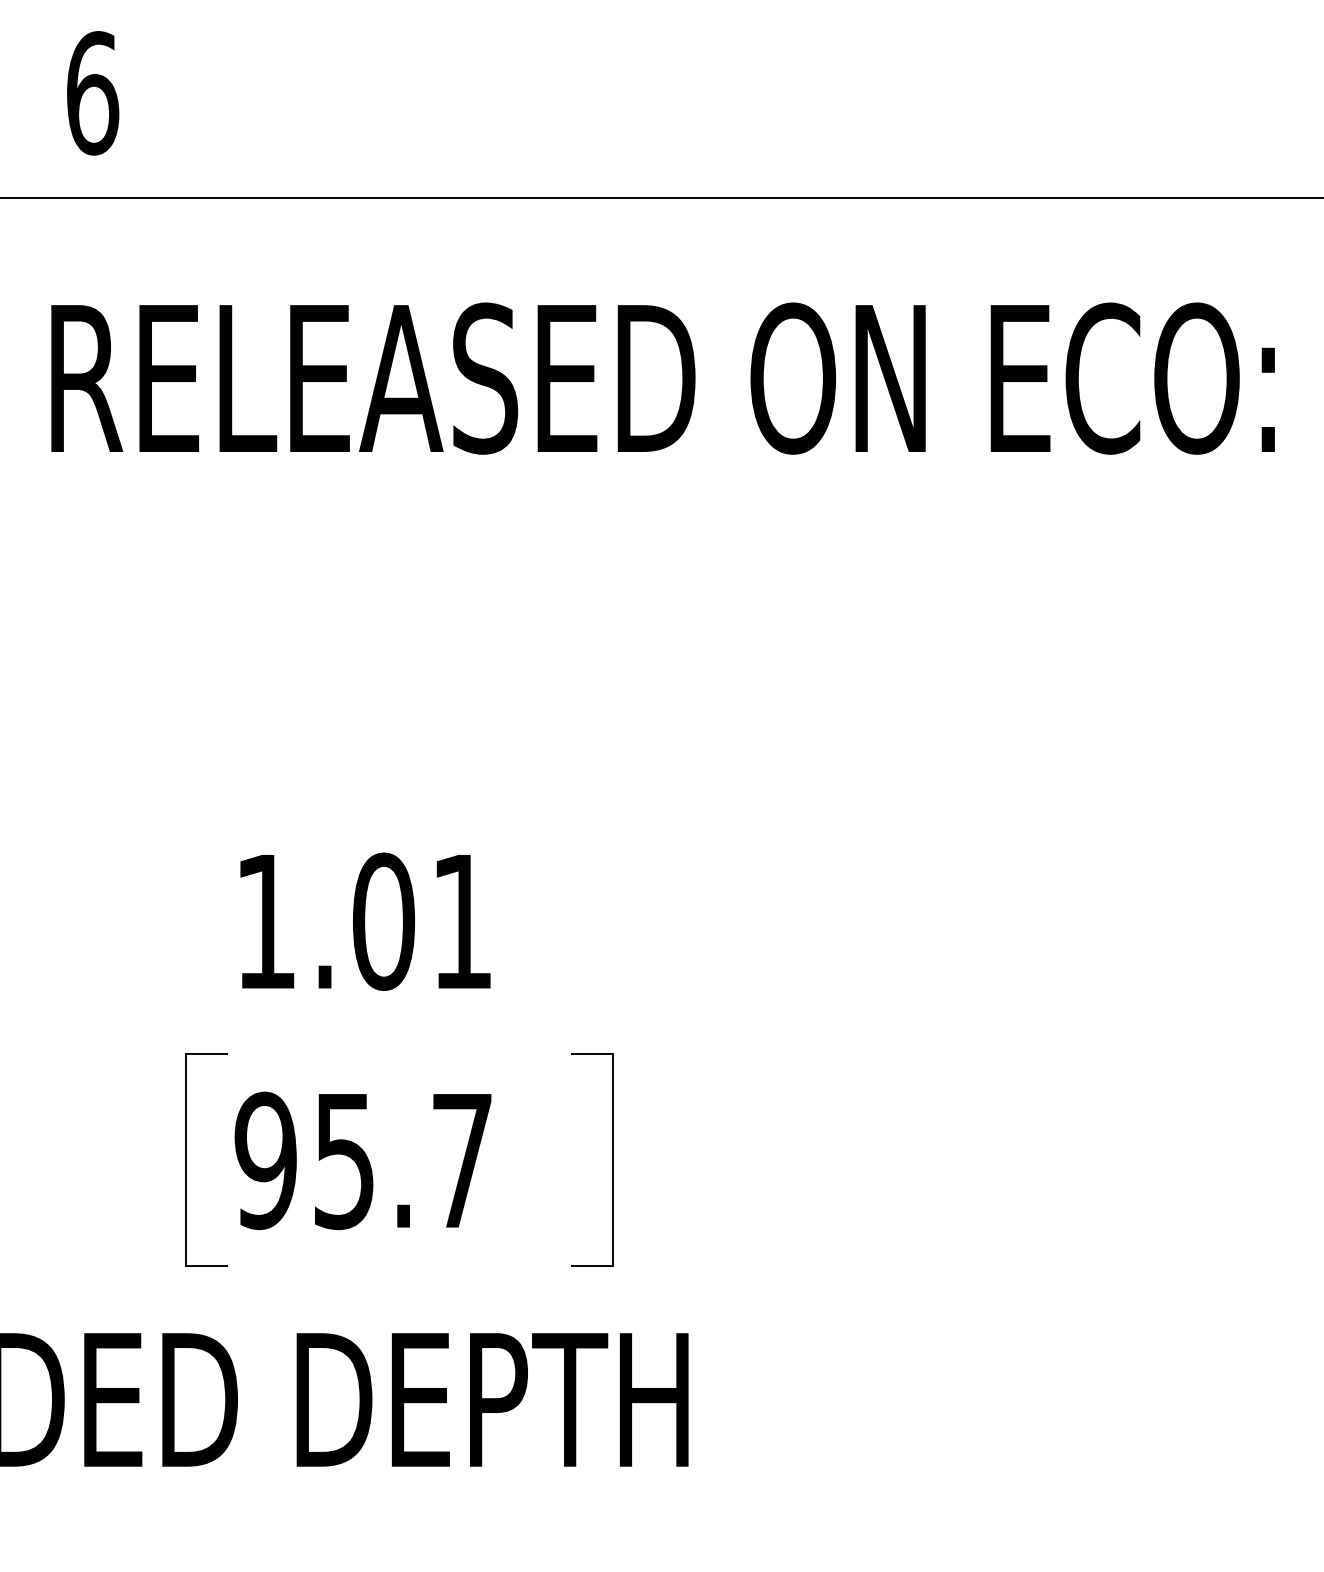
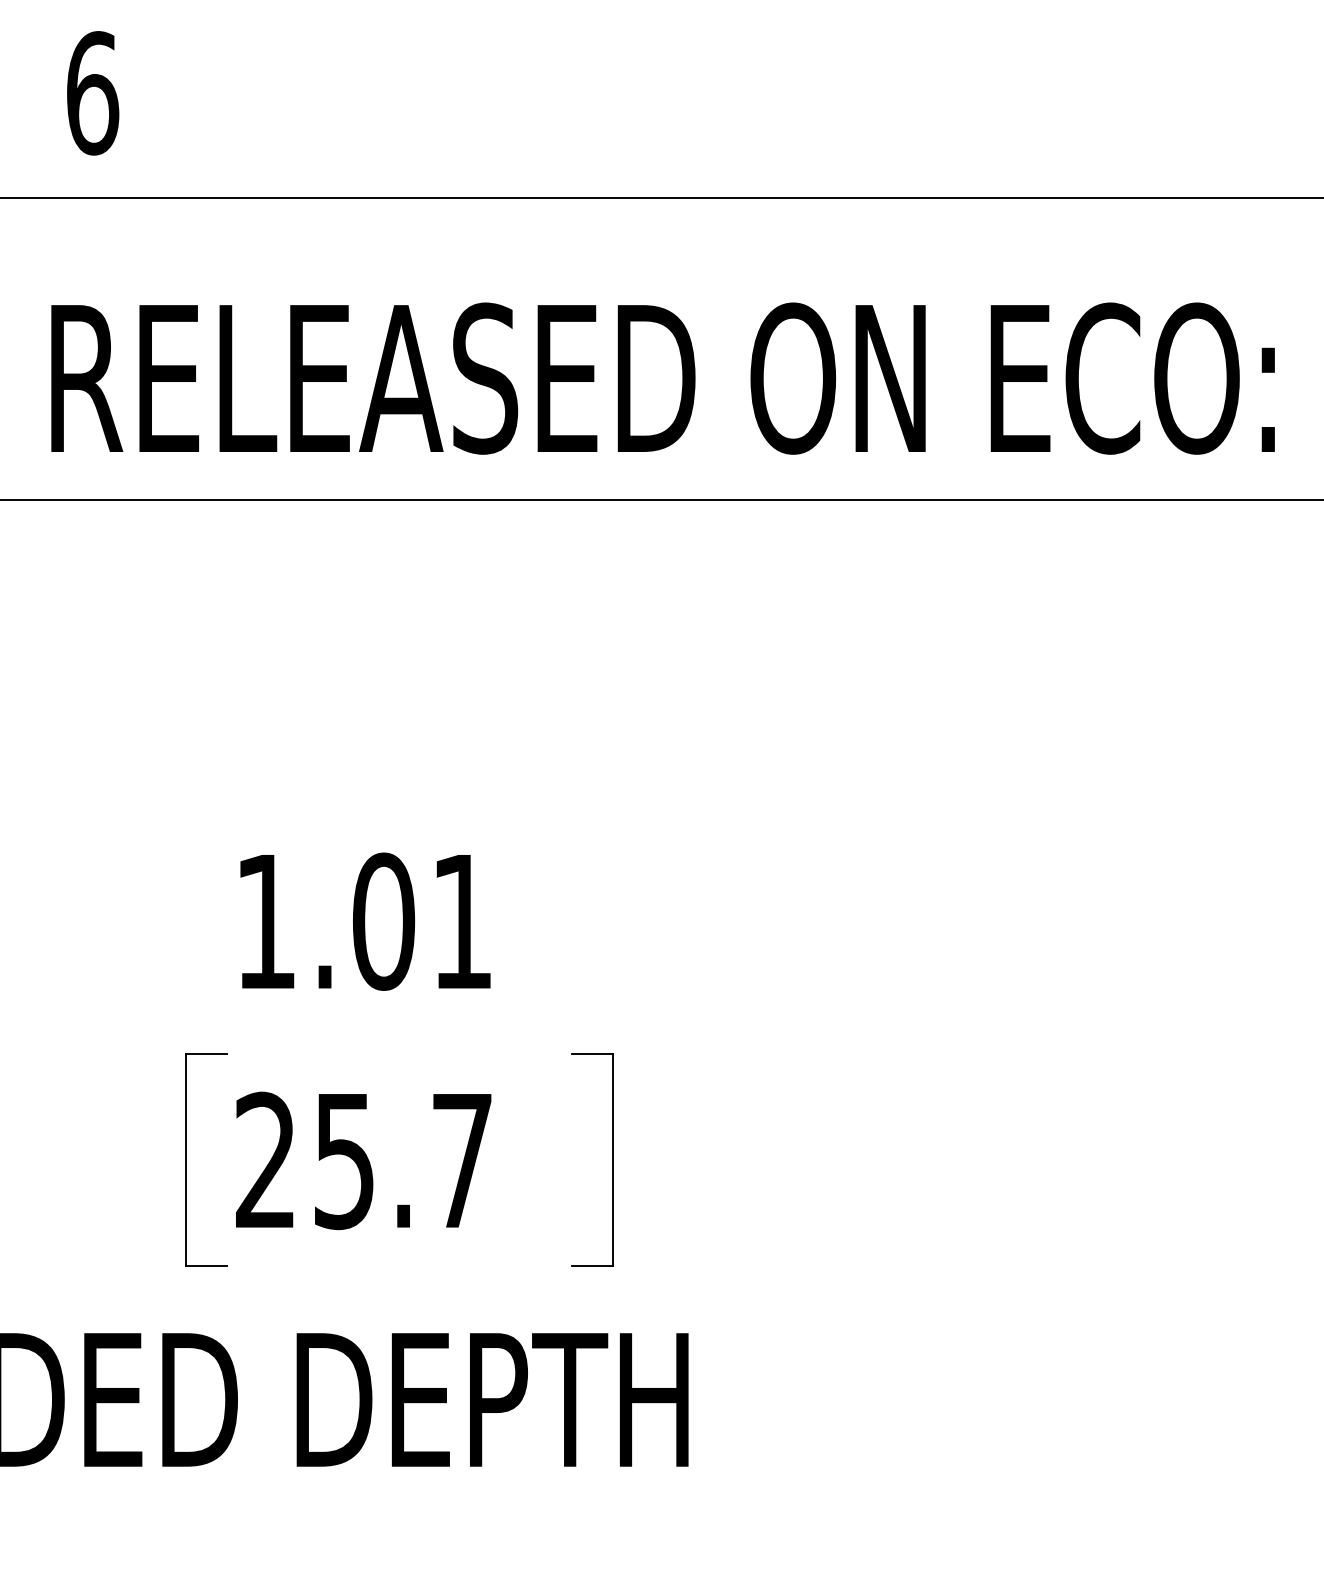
line at (661, 500): none -> present
text at (265, 1160): 95.7 -> 25.7
